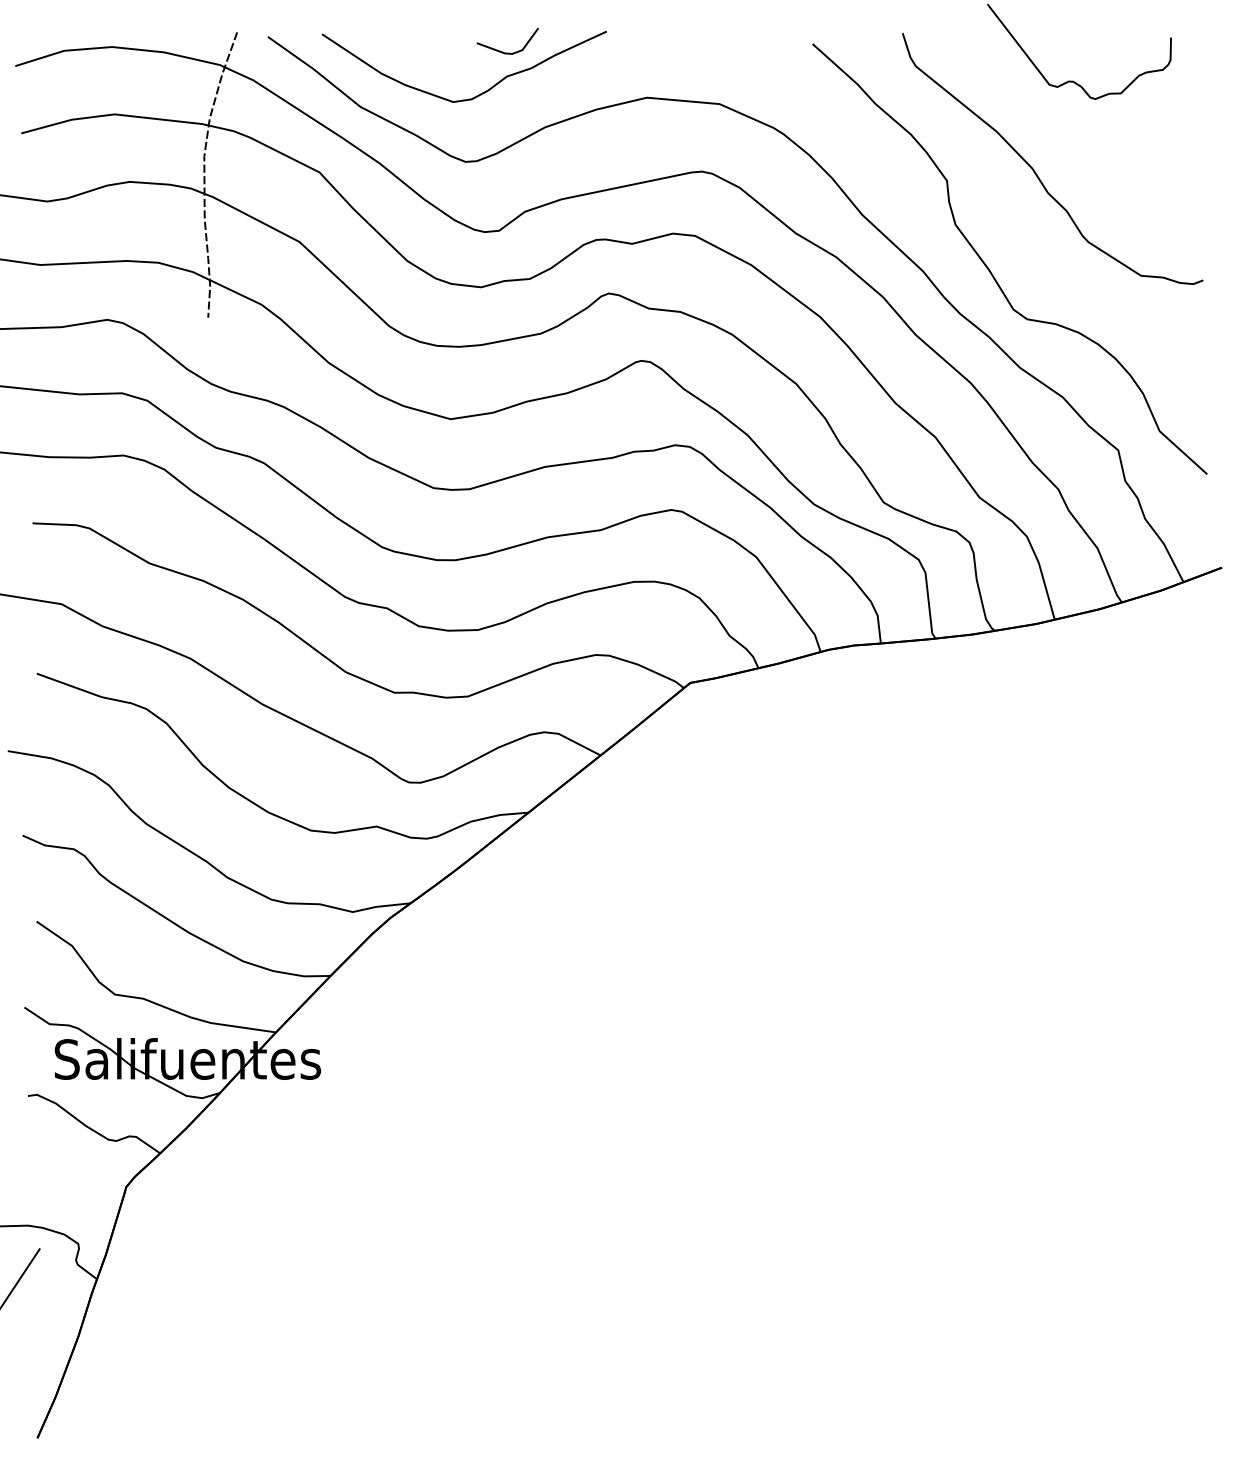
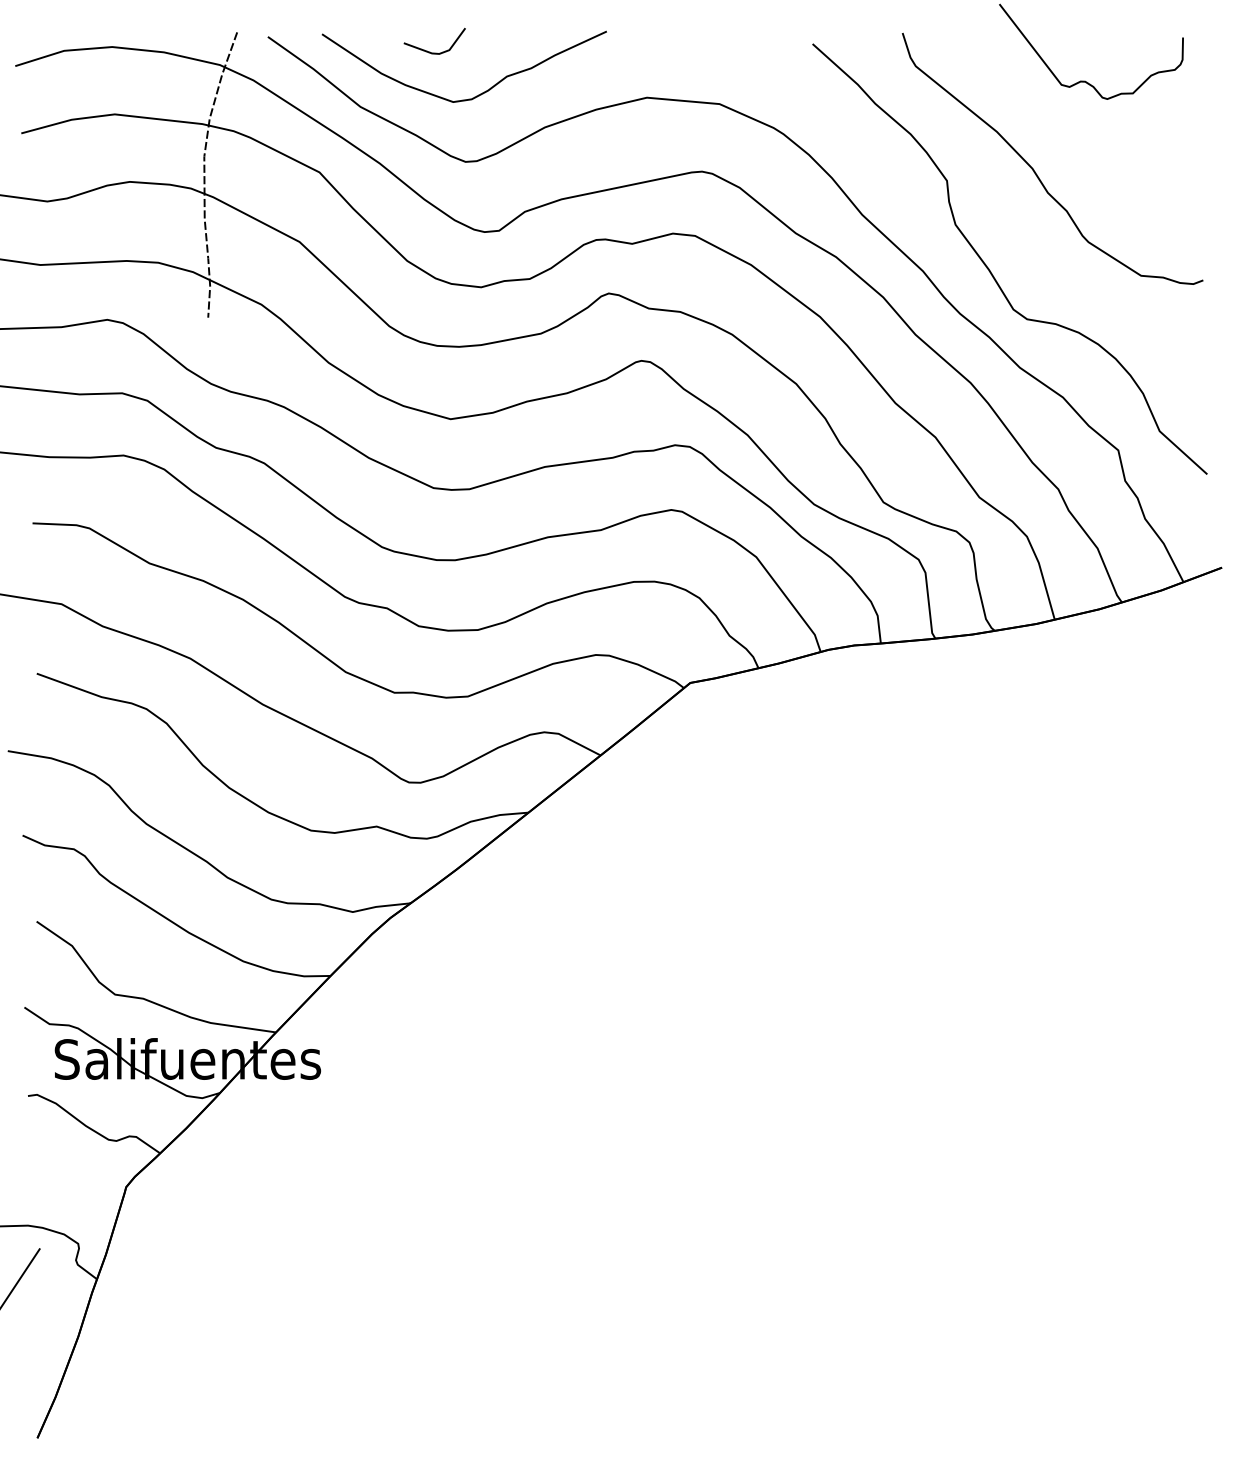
line at (503, 51) position: (503, 51) -> (430, 51)
curve at (1073, 80) position: (1073, 80) -> (1085, 80)
